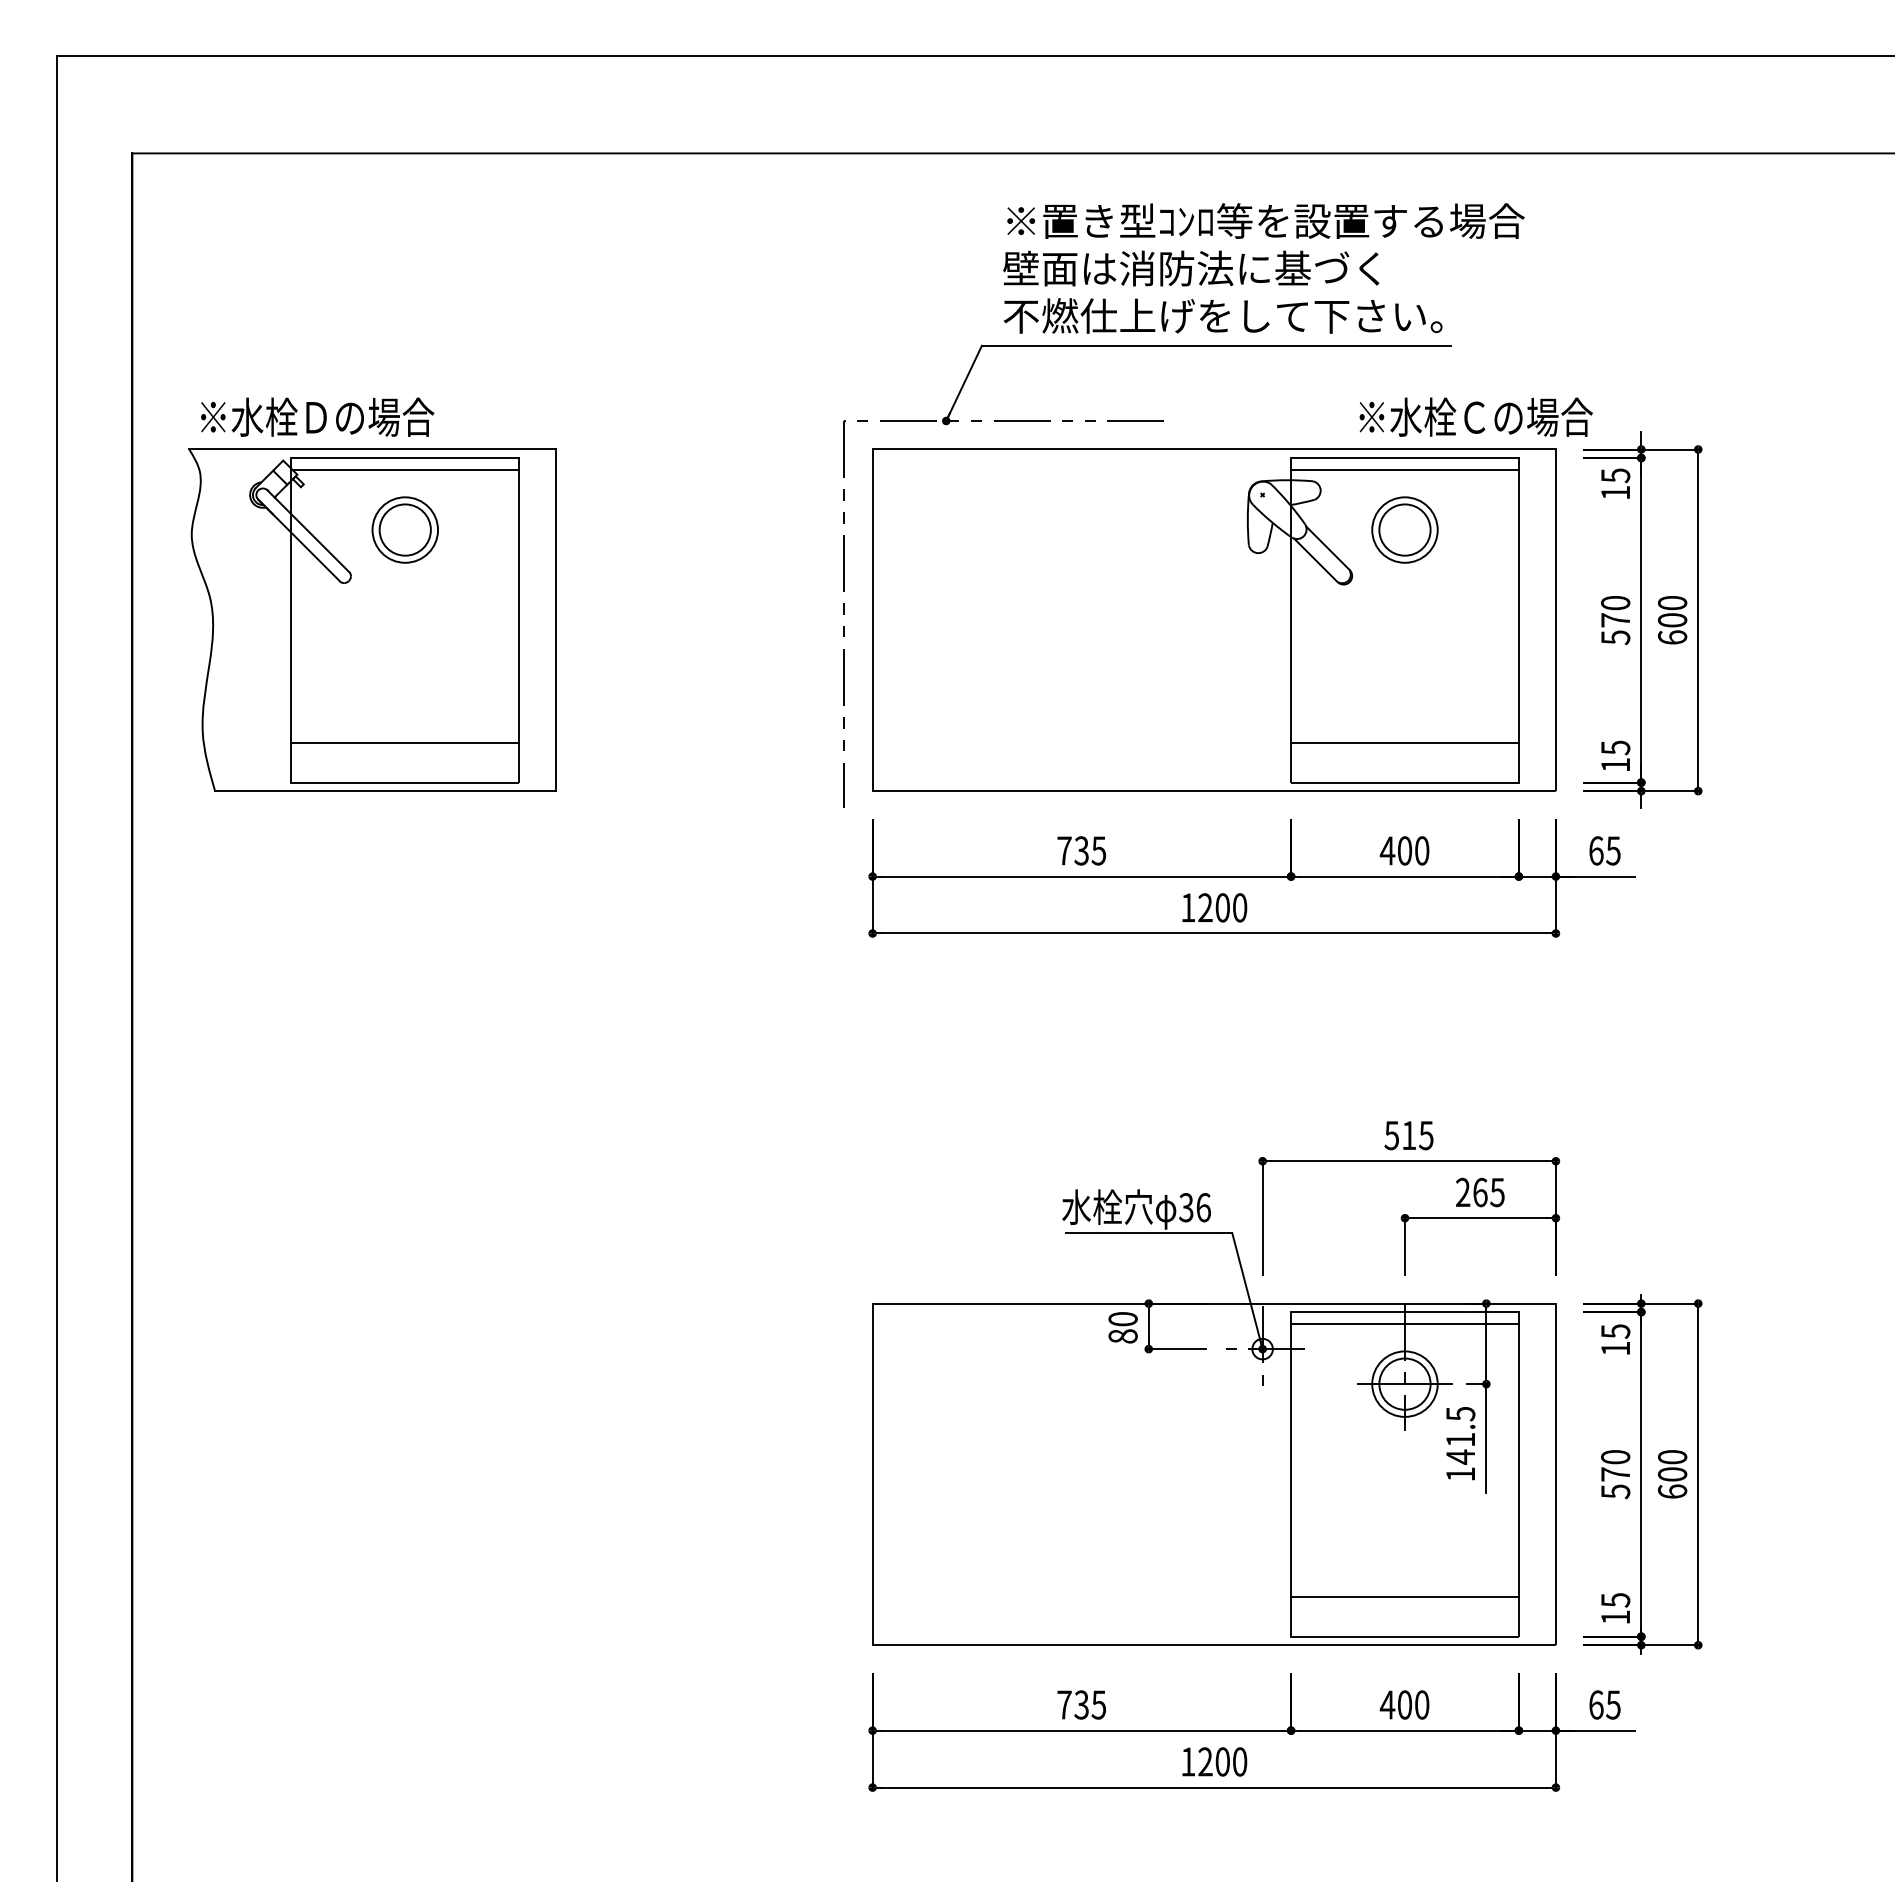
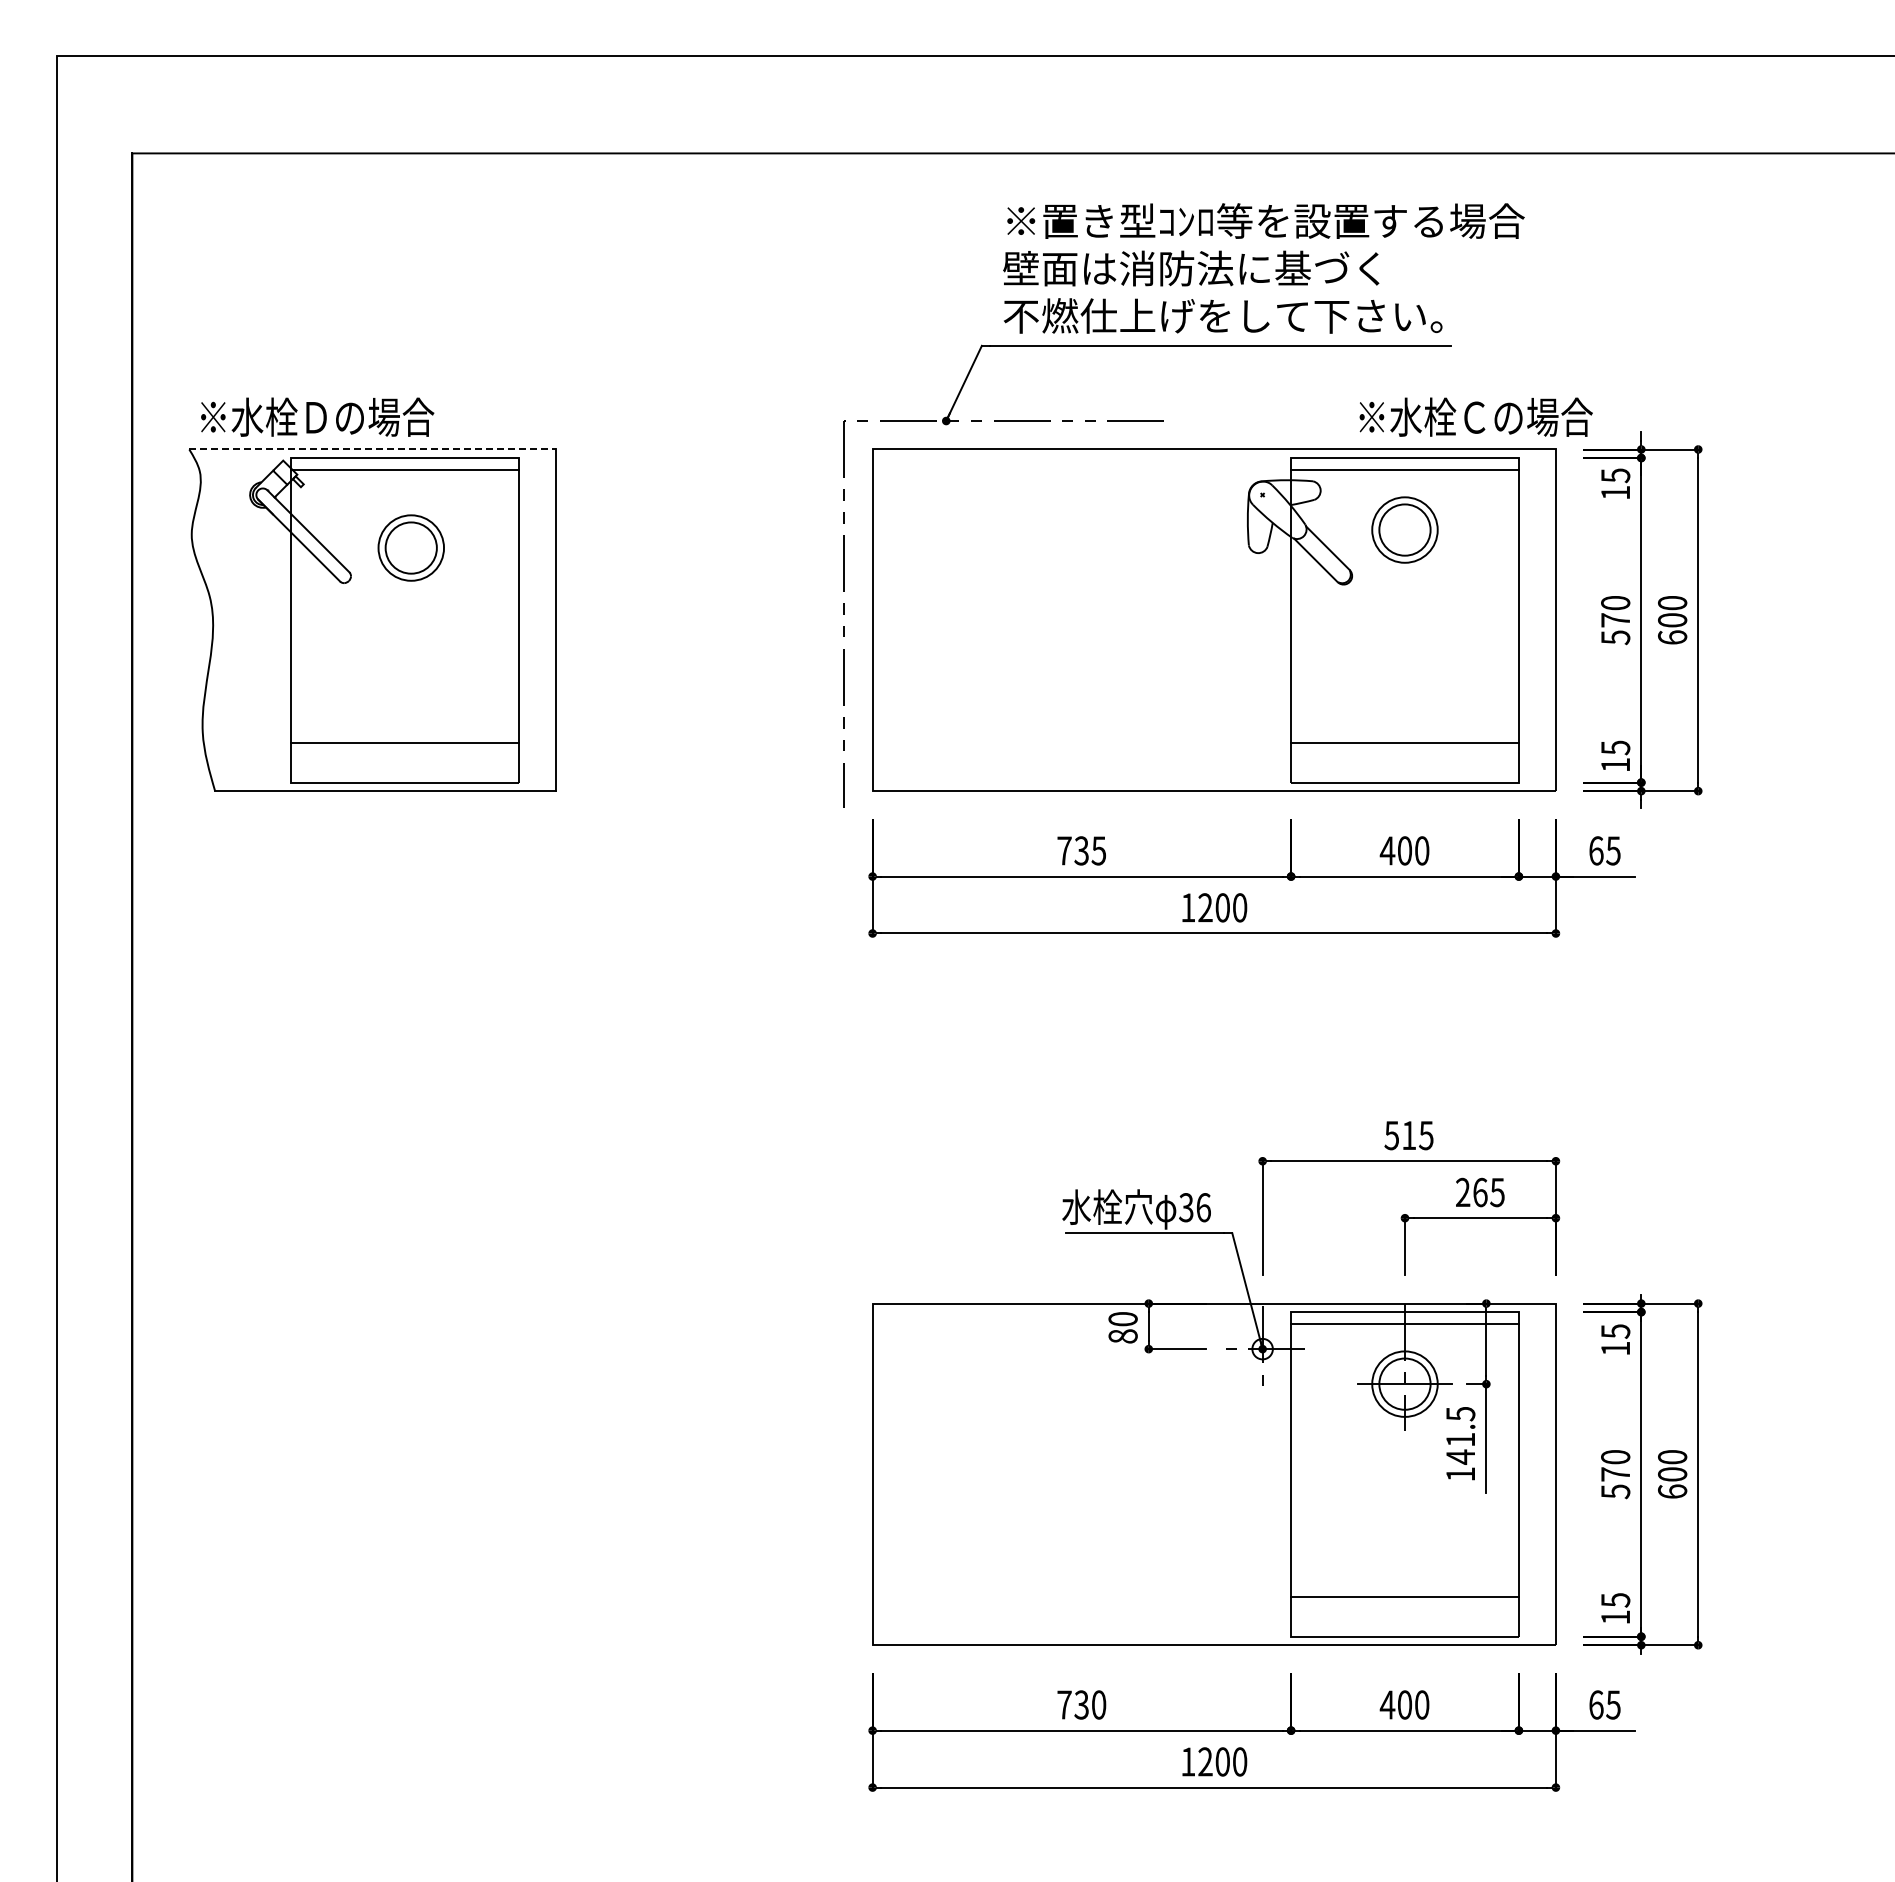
line at (373, 449): solid -> dashed
part at (404, 529) position: (404, 529) -> (410, 547)
text at (1098, 1704): 735 -> 730
